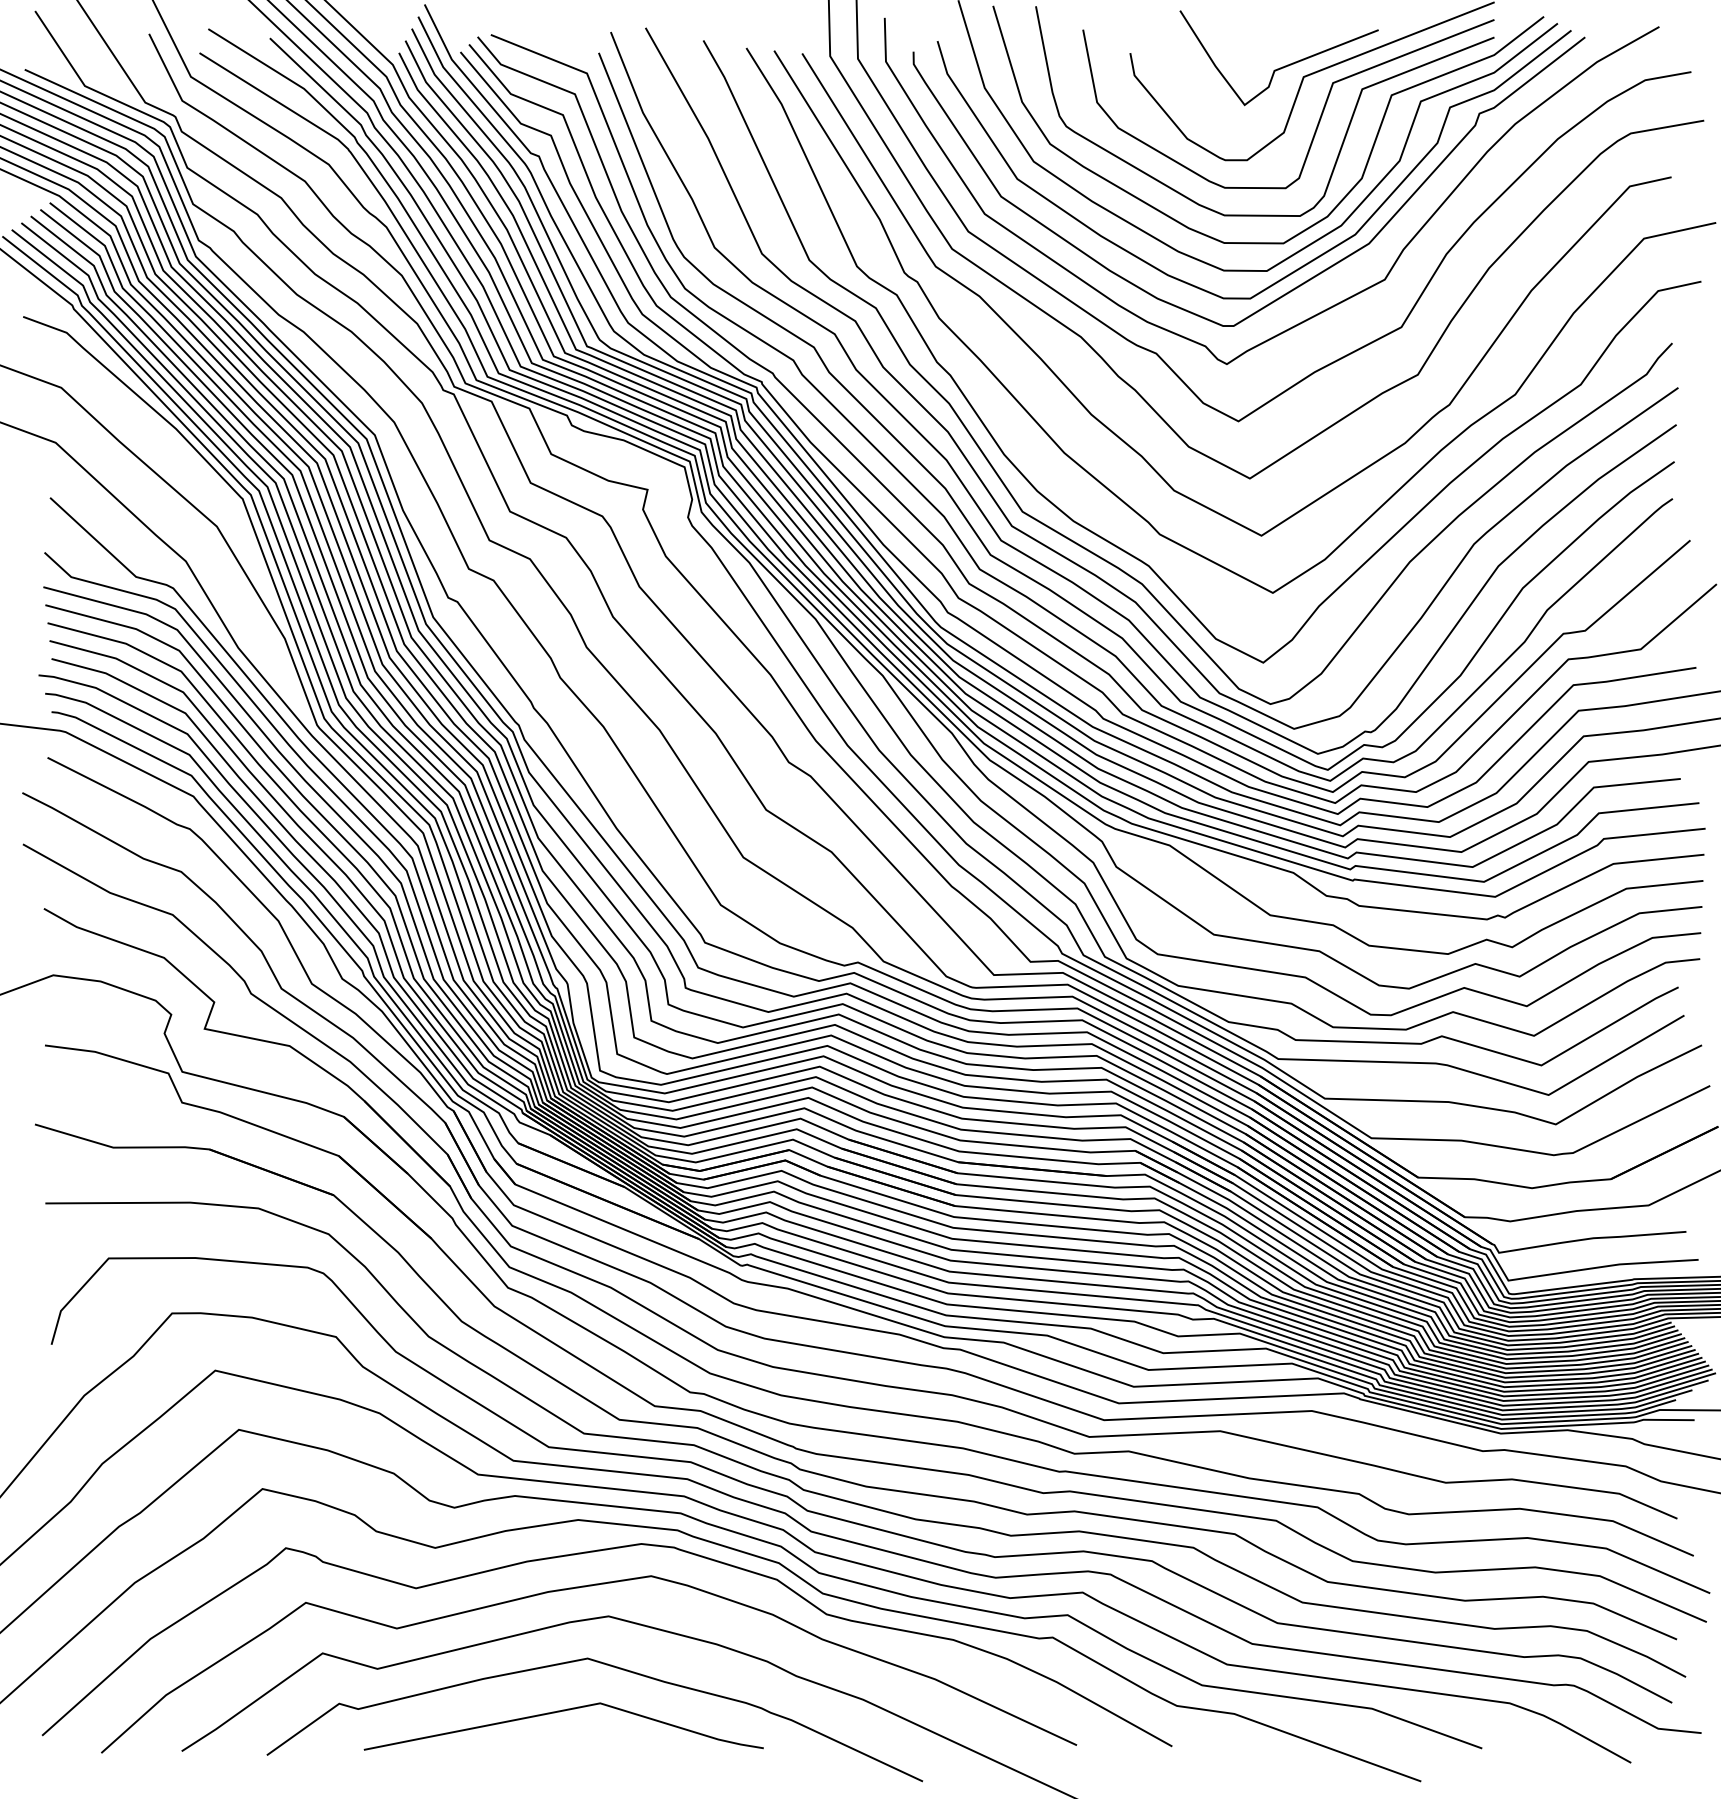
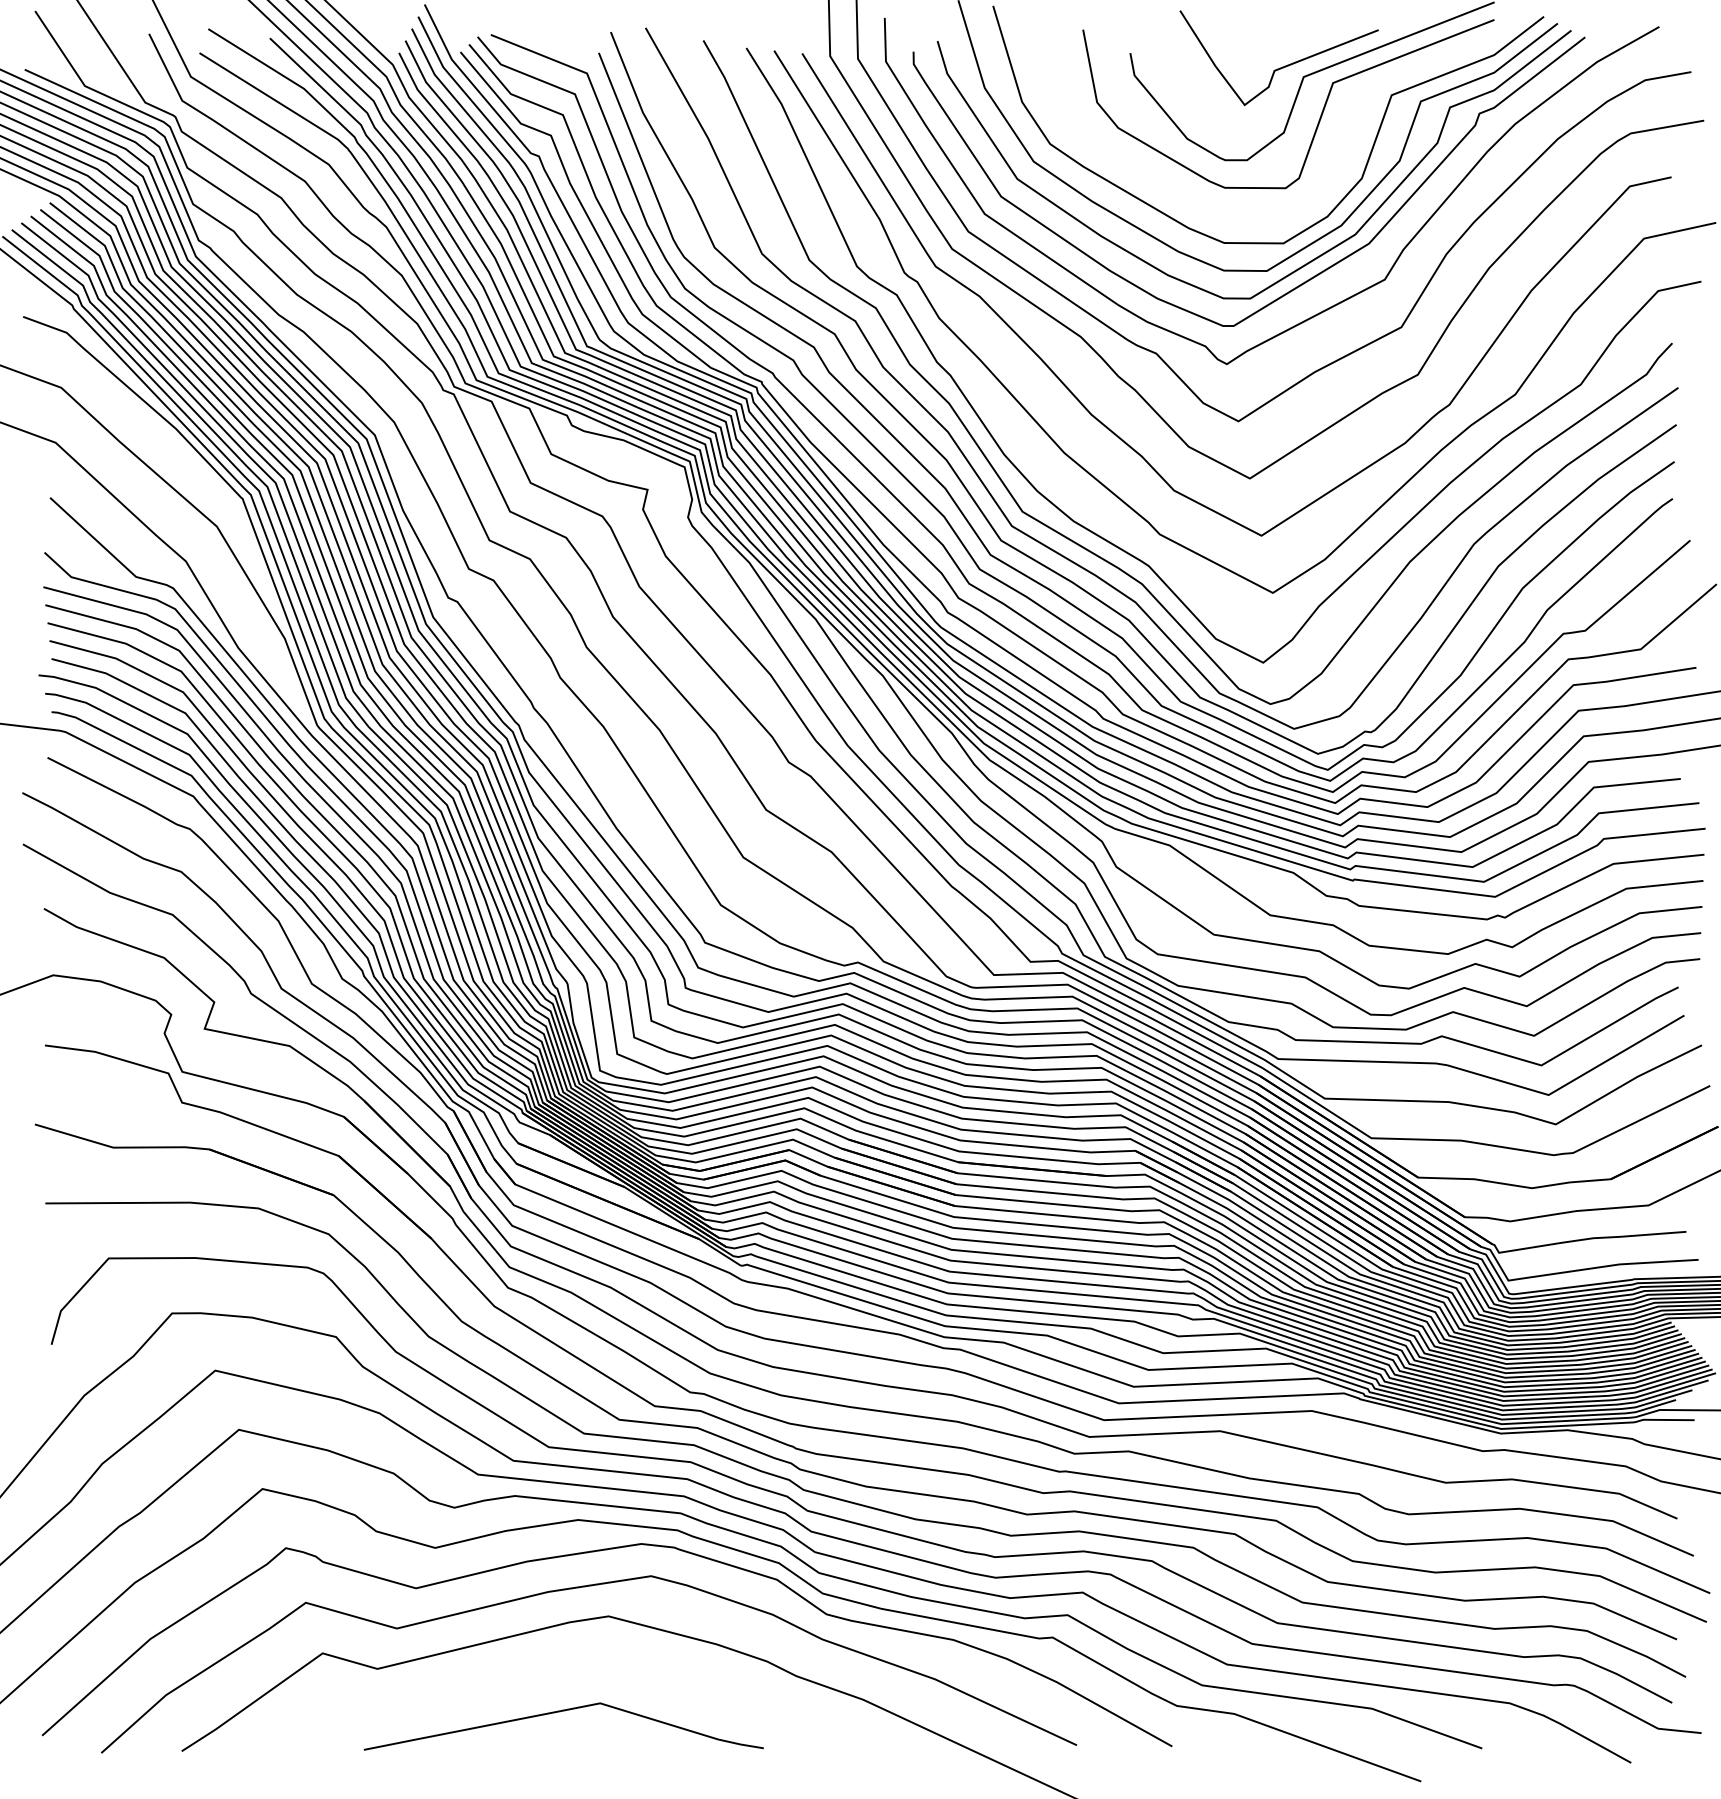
curve at (1341, 143): present -> none
curve at (609, 1666): present -> none
